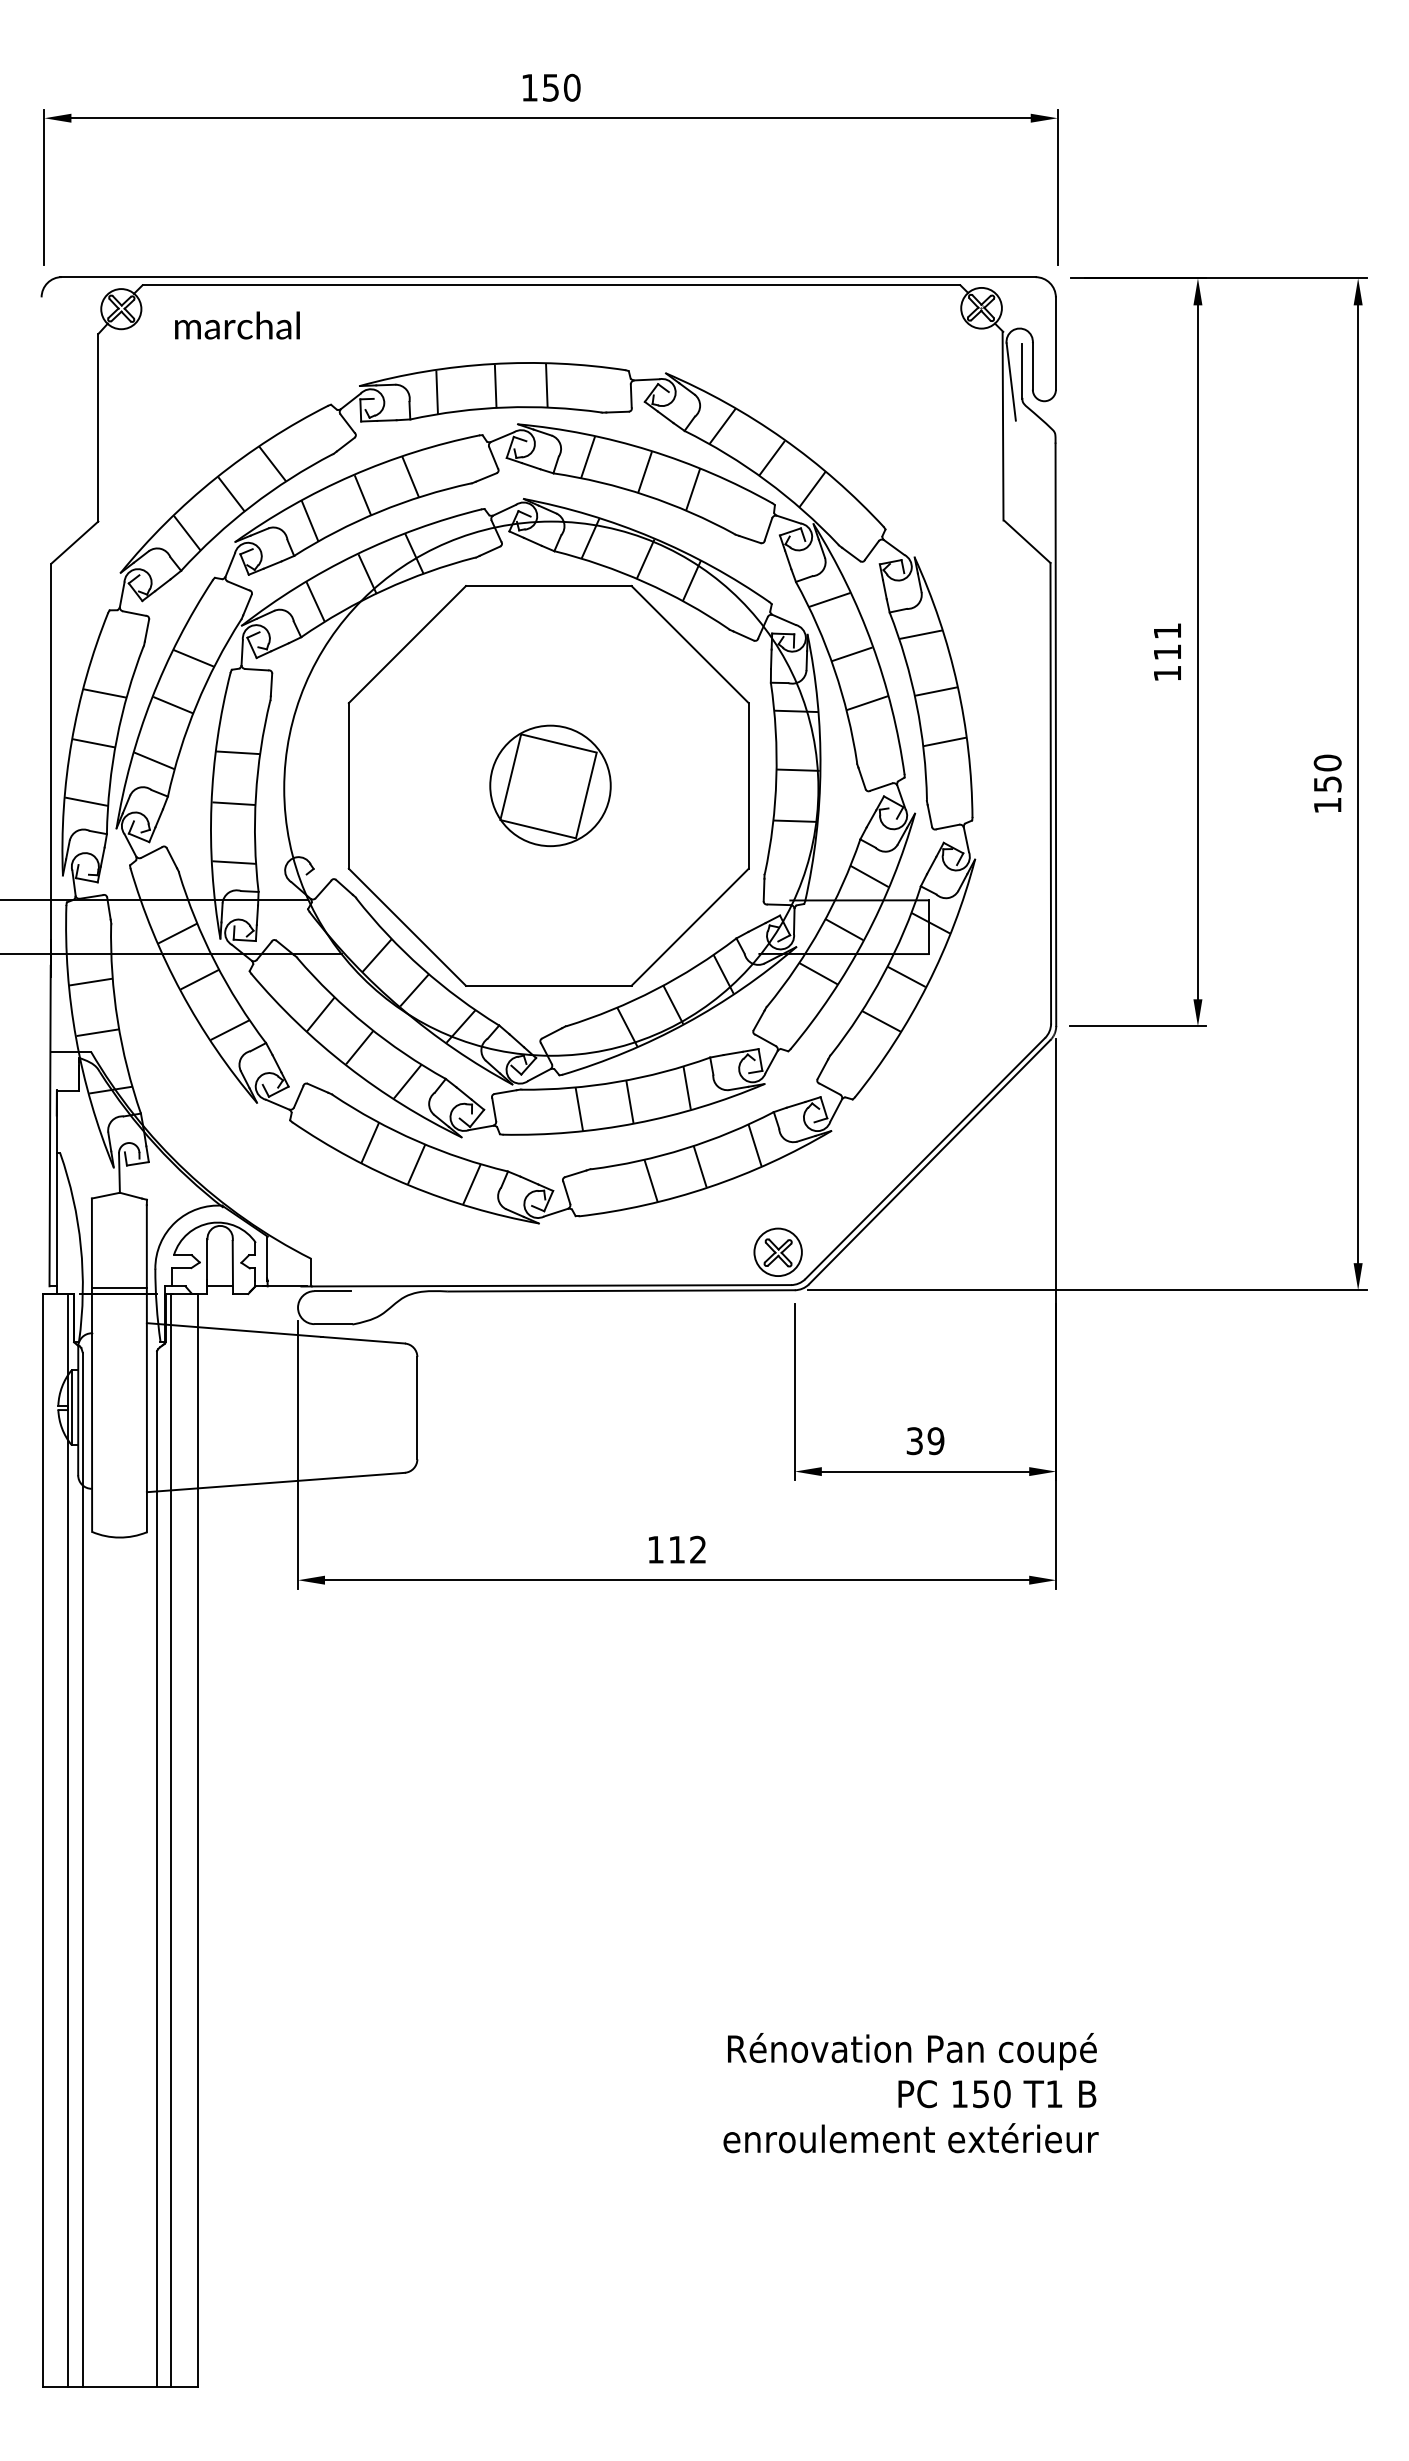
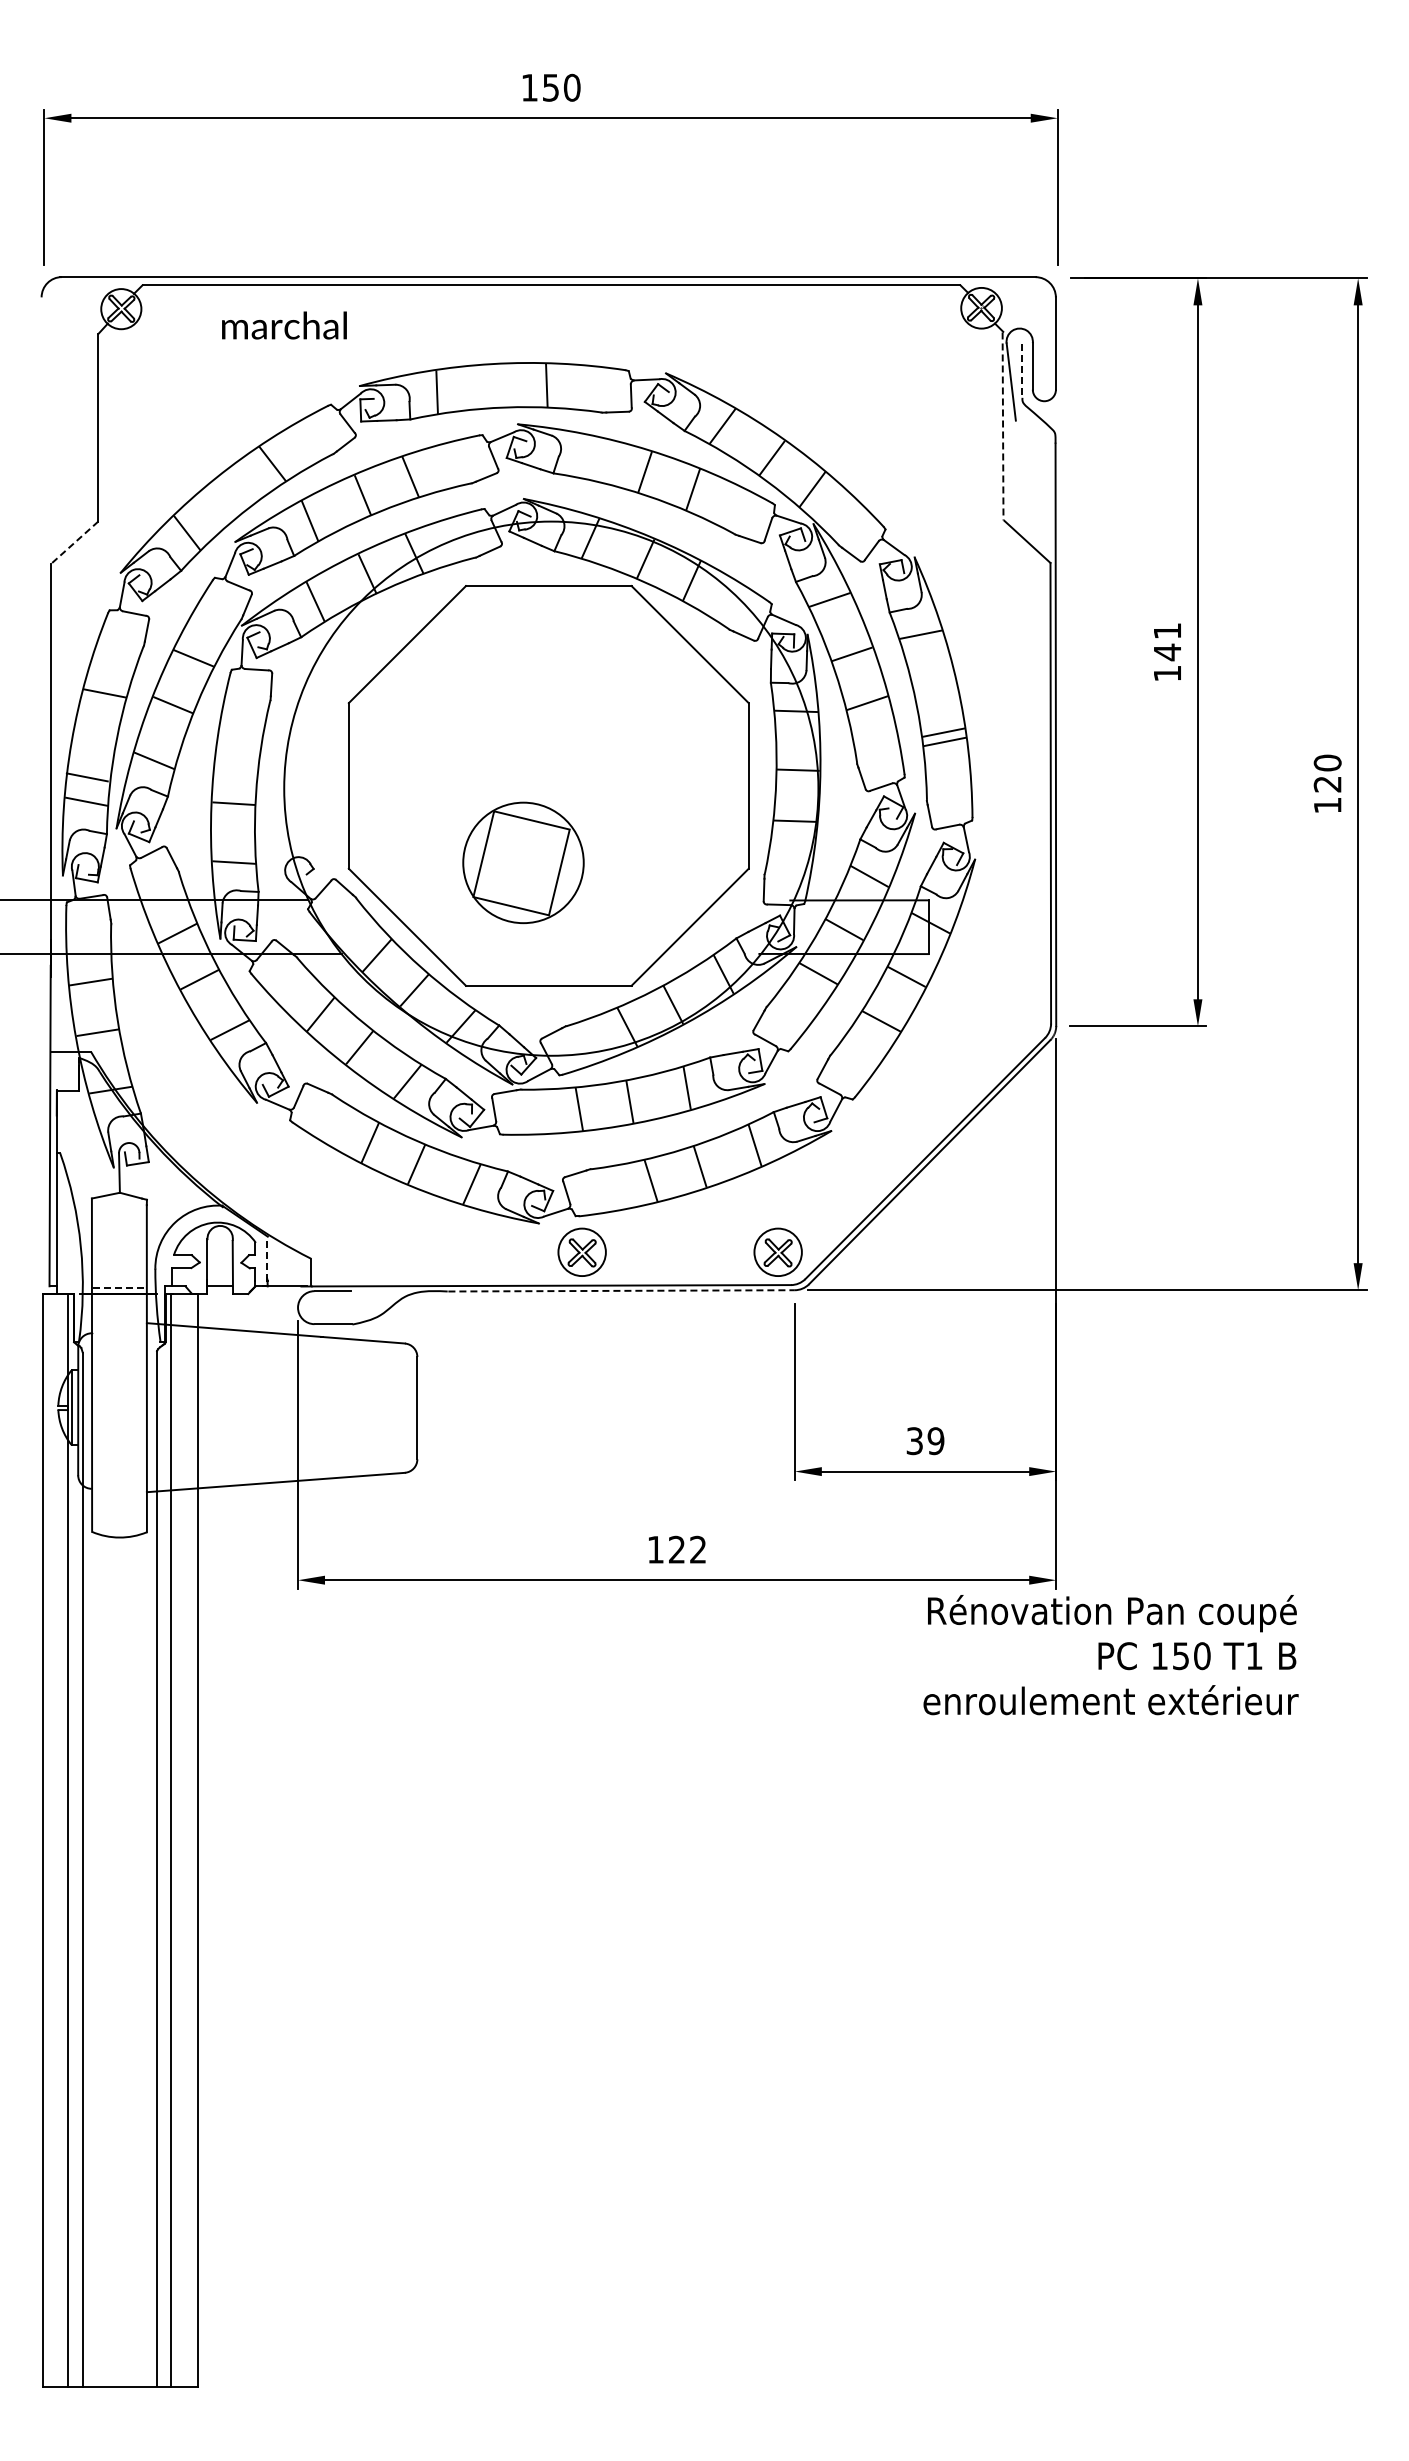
text at (237, 325) position: (237, 325) -> (284, 325)
line at (1022, 371): solid -> dashed
line at (495, 386): present -> none
line at (1003, 426): solid -> dashed
line at (587, 457): present -> none
line at (231, 493): present -> none
line at (74, 542): solid -> dashed
text at (1167, 652): 111 -> 141
line at (935, 691) position: (935, 691) -> (943, 732)
line at (93, 743) position: (93, 743) -> (86, 777)
line at (237, 752): present -> none
text at (1327, 784): 150 -> 120
part at (550, 785) position: (550, 785) -> (523, 862)
part at (581, 1251): none -> present
line at (267, 1258): solid -> dashed
line at (120, 1287): solid -> dashed
line at (622, 1290): solid -> dashed
text at (676, 1549): 112 -> 122
text at (910, 2093) position: (910, 2093) -> (1110, 1655)
